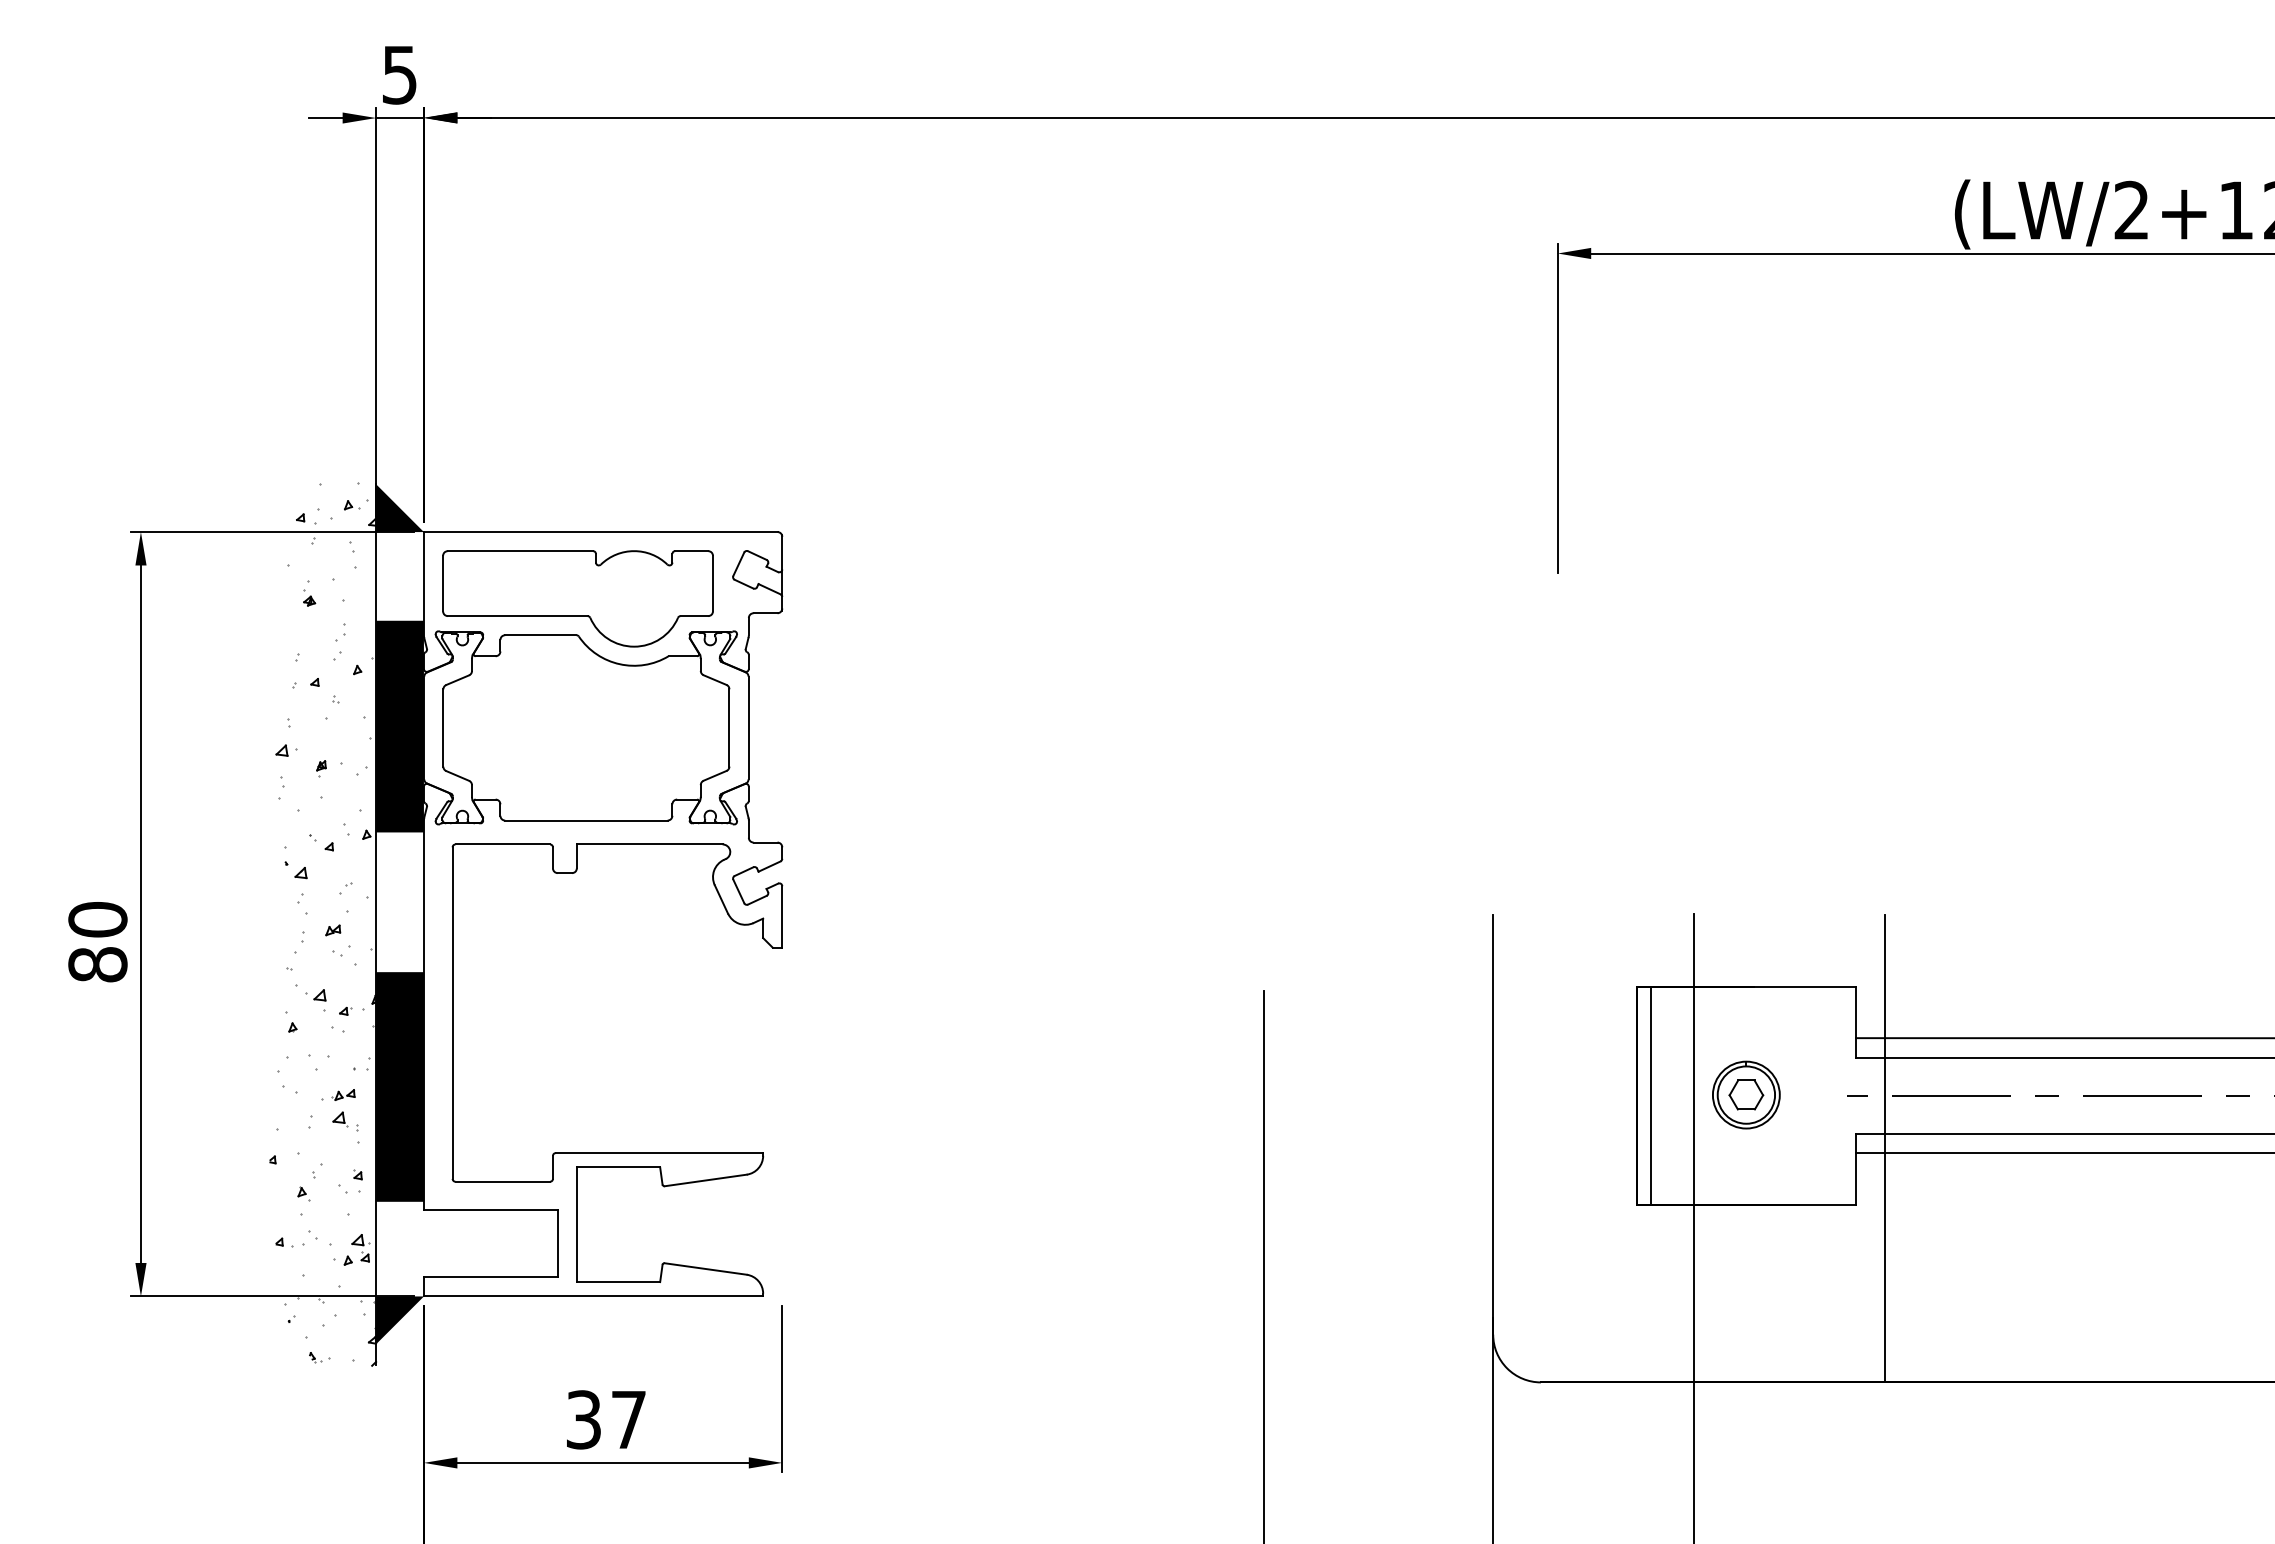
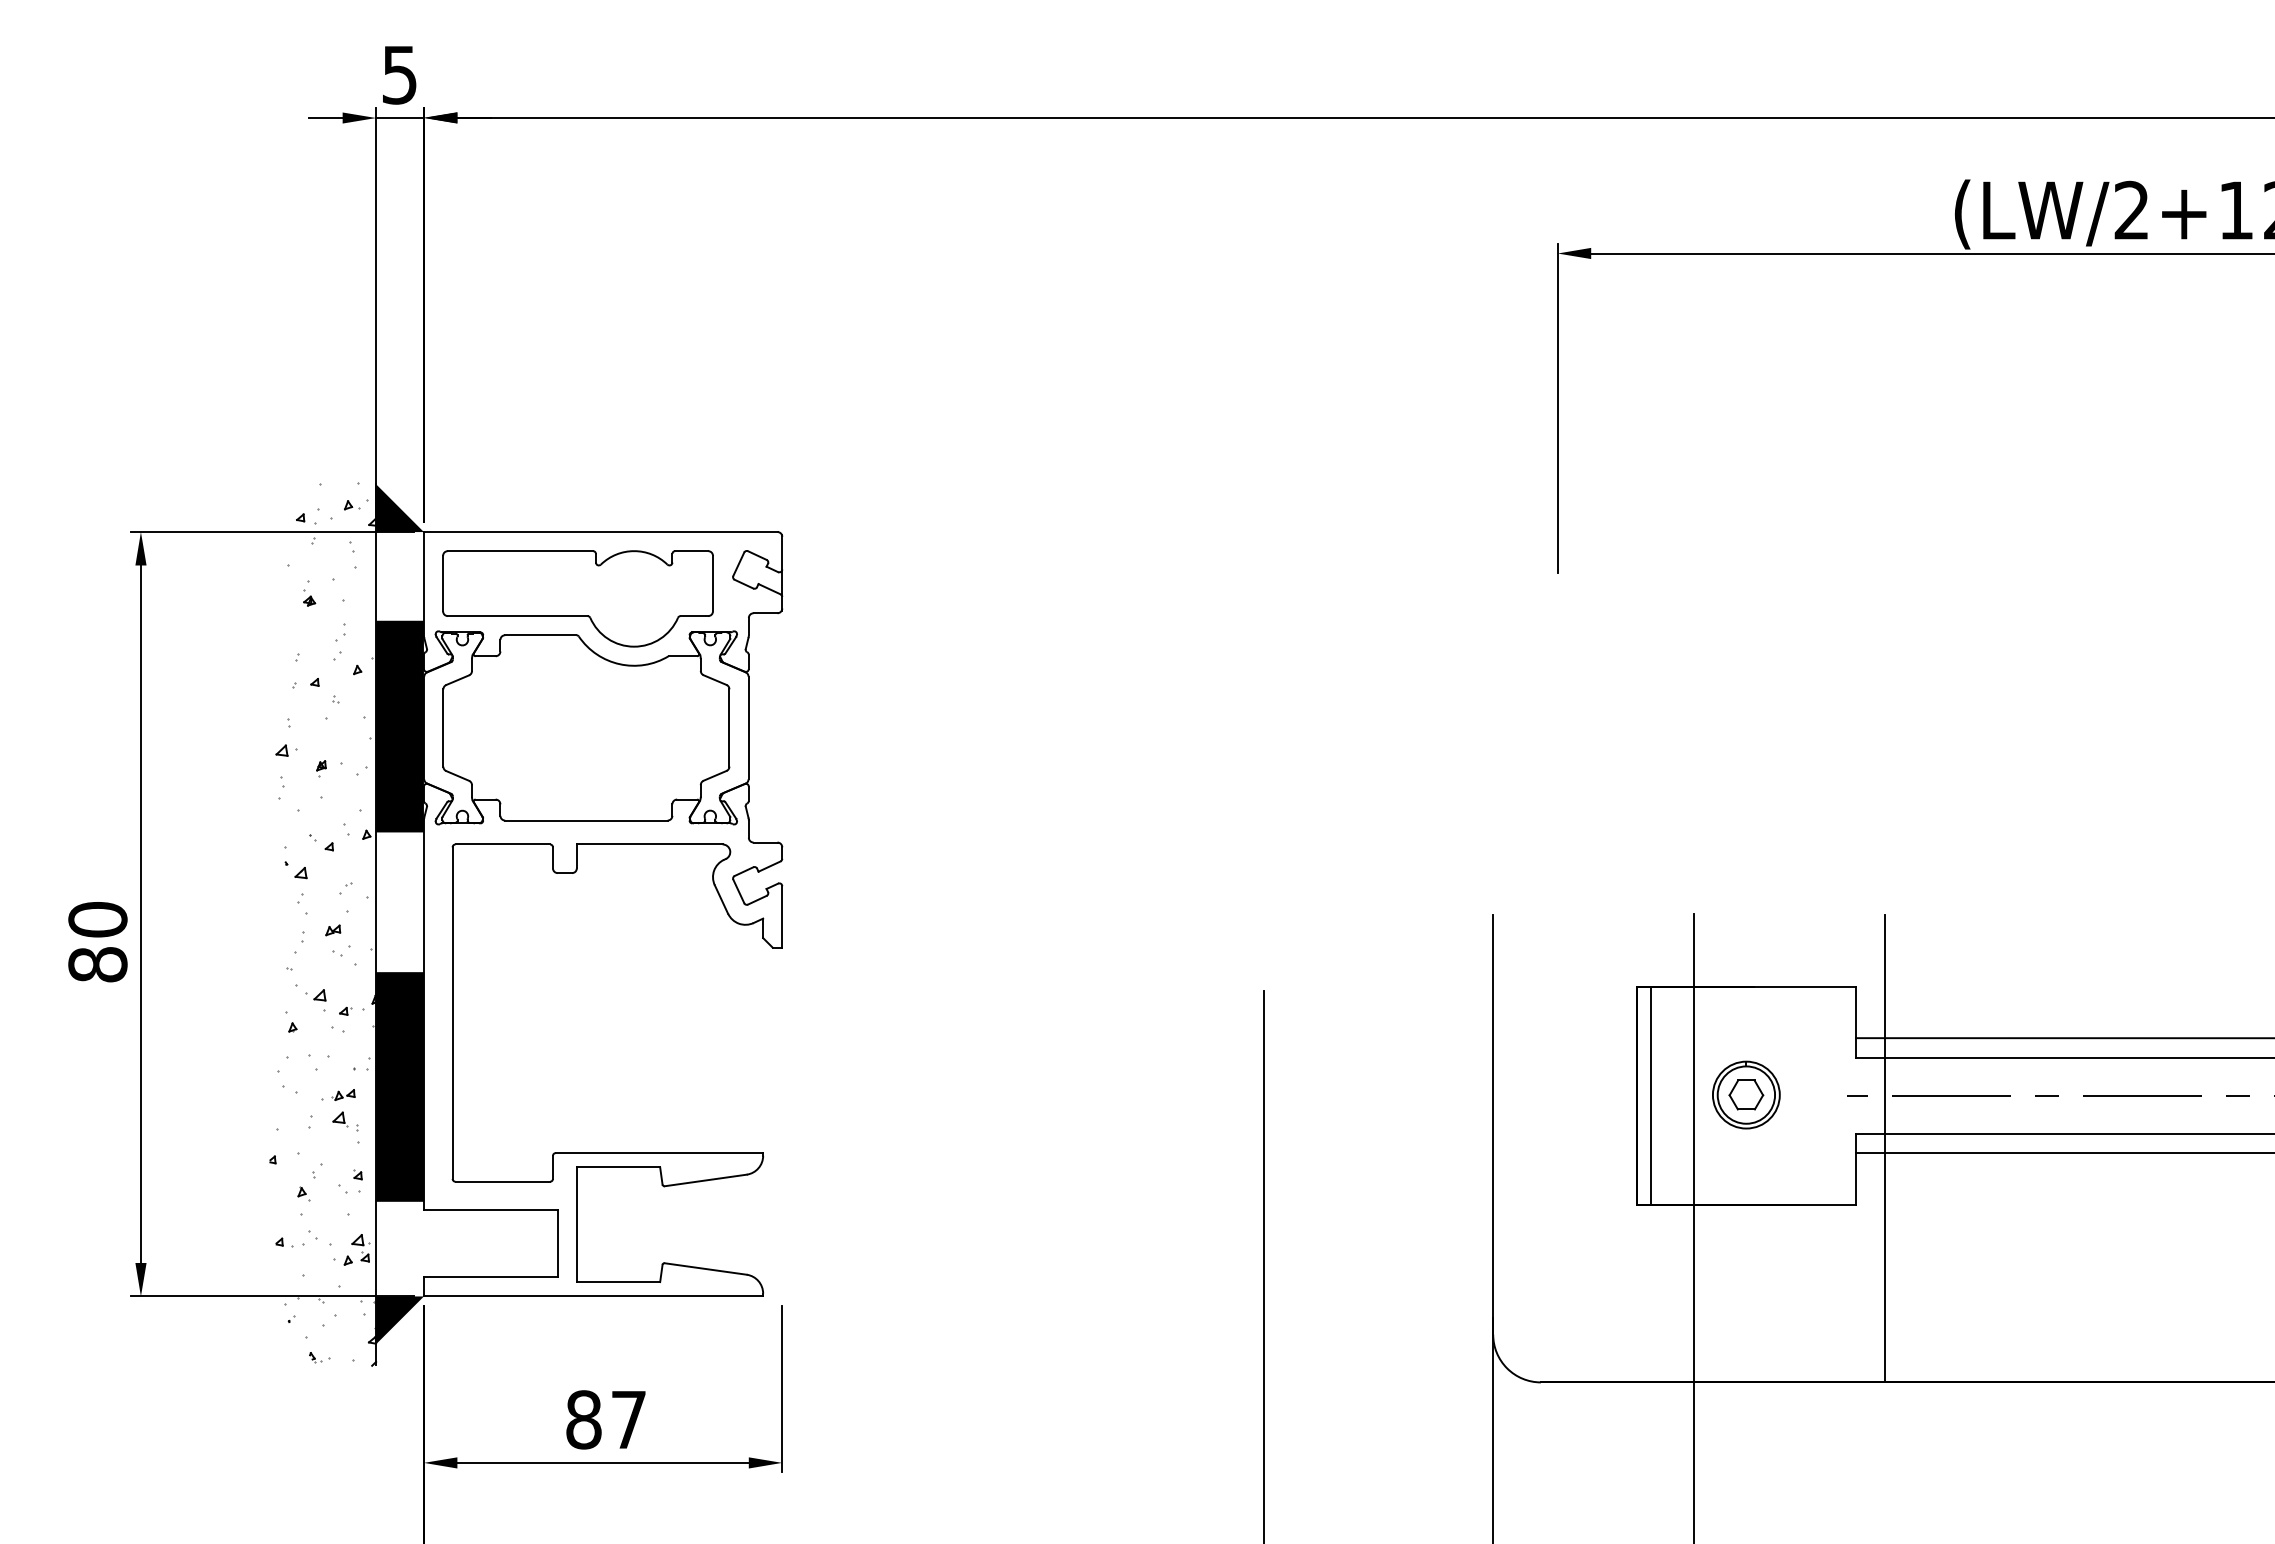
text at (583, 1419): 37 -> 87
